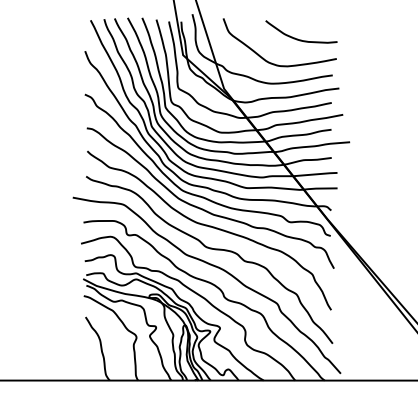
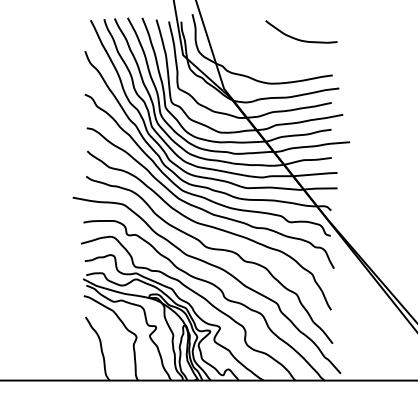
curve at (269, 61): present -> none
